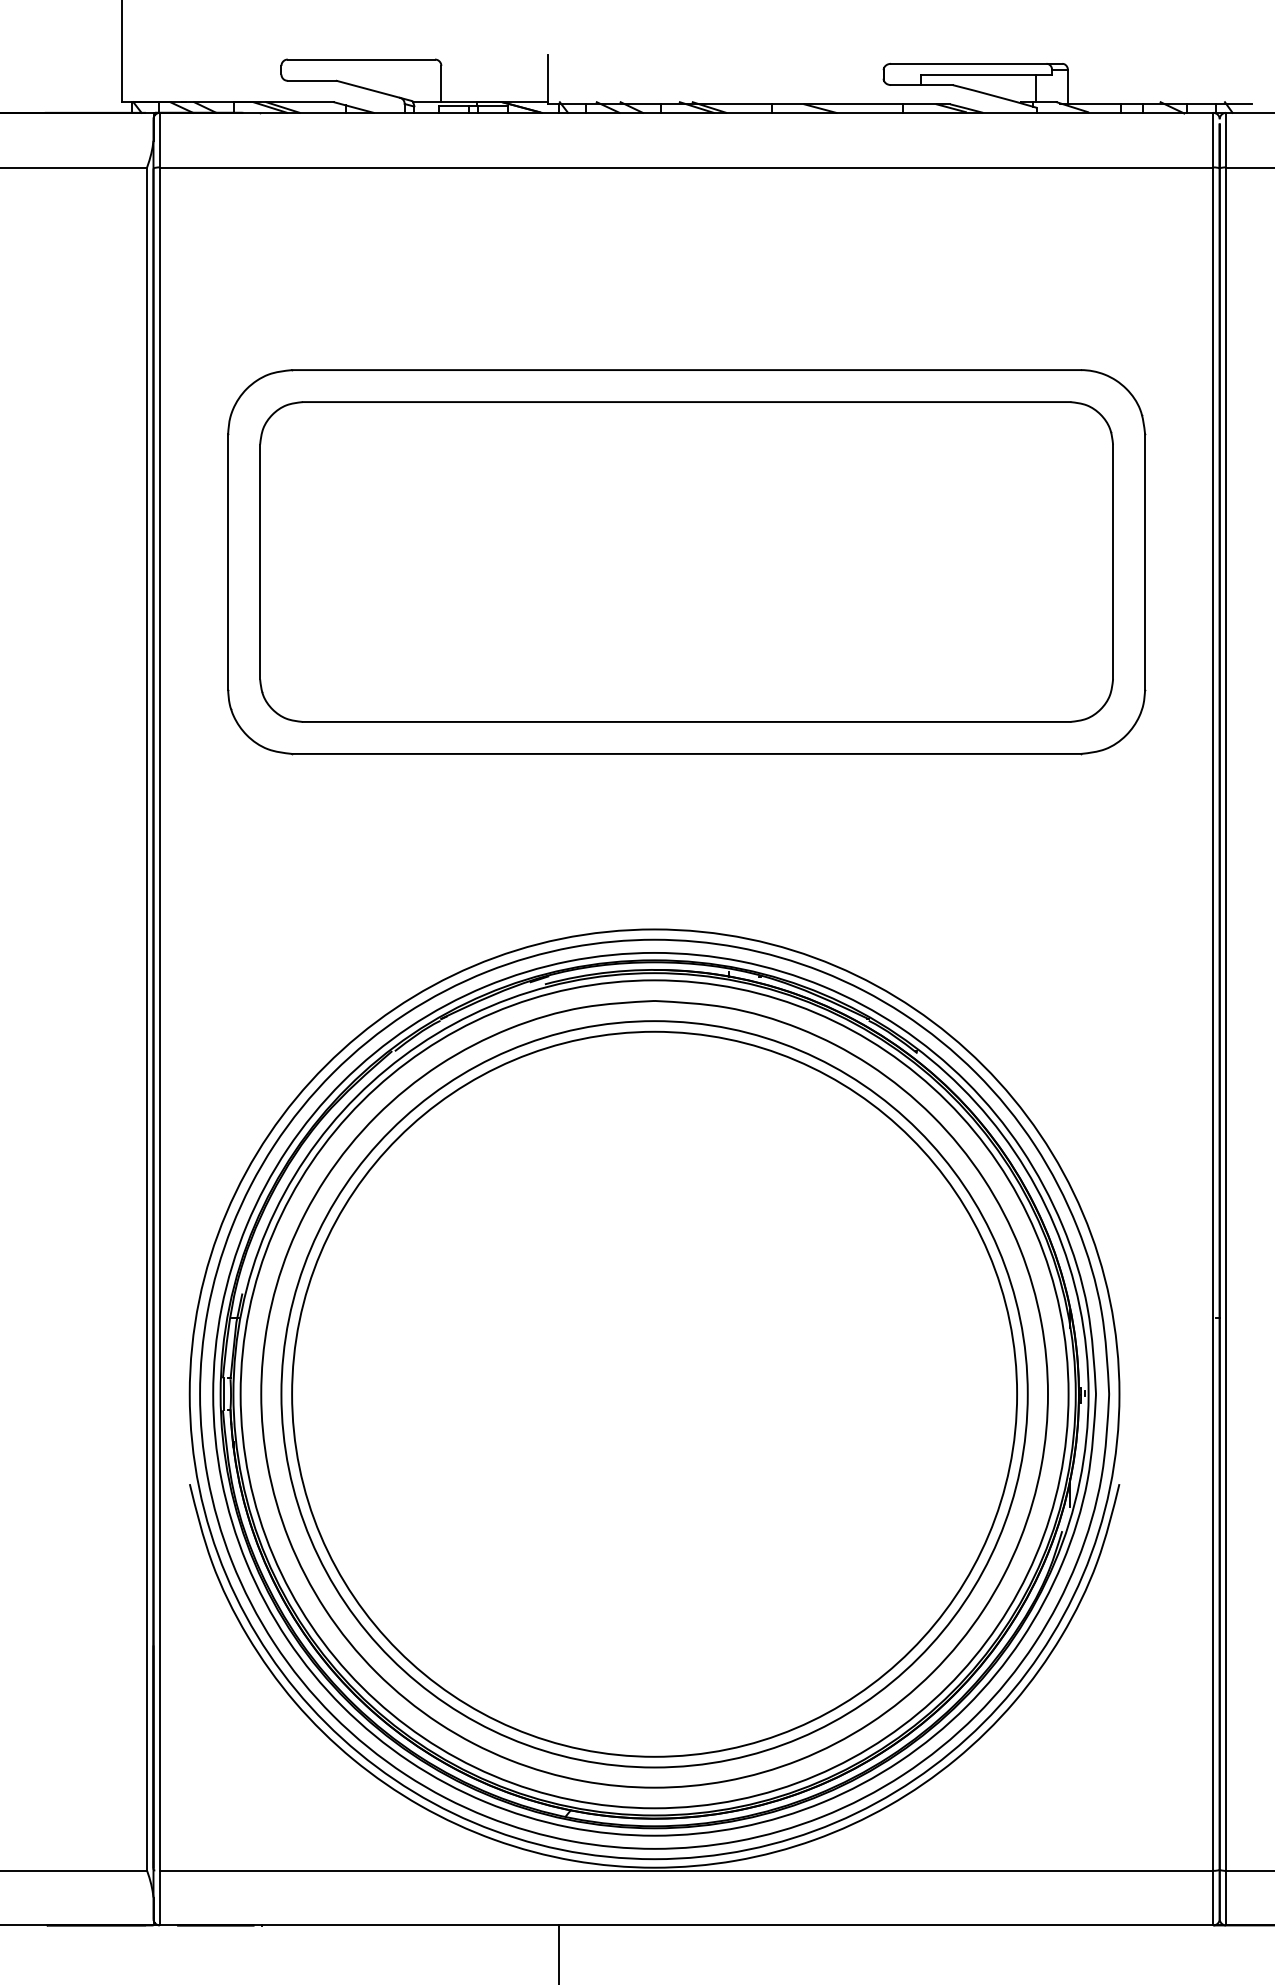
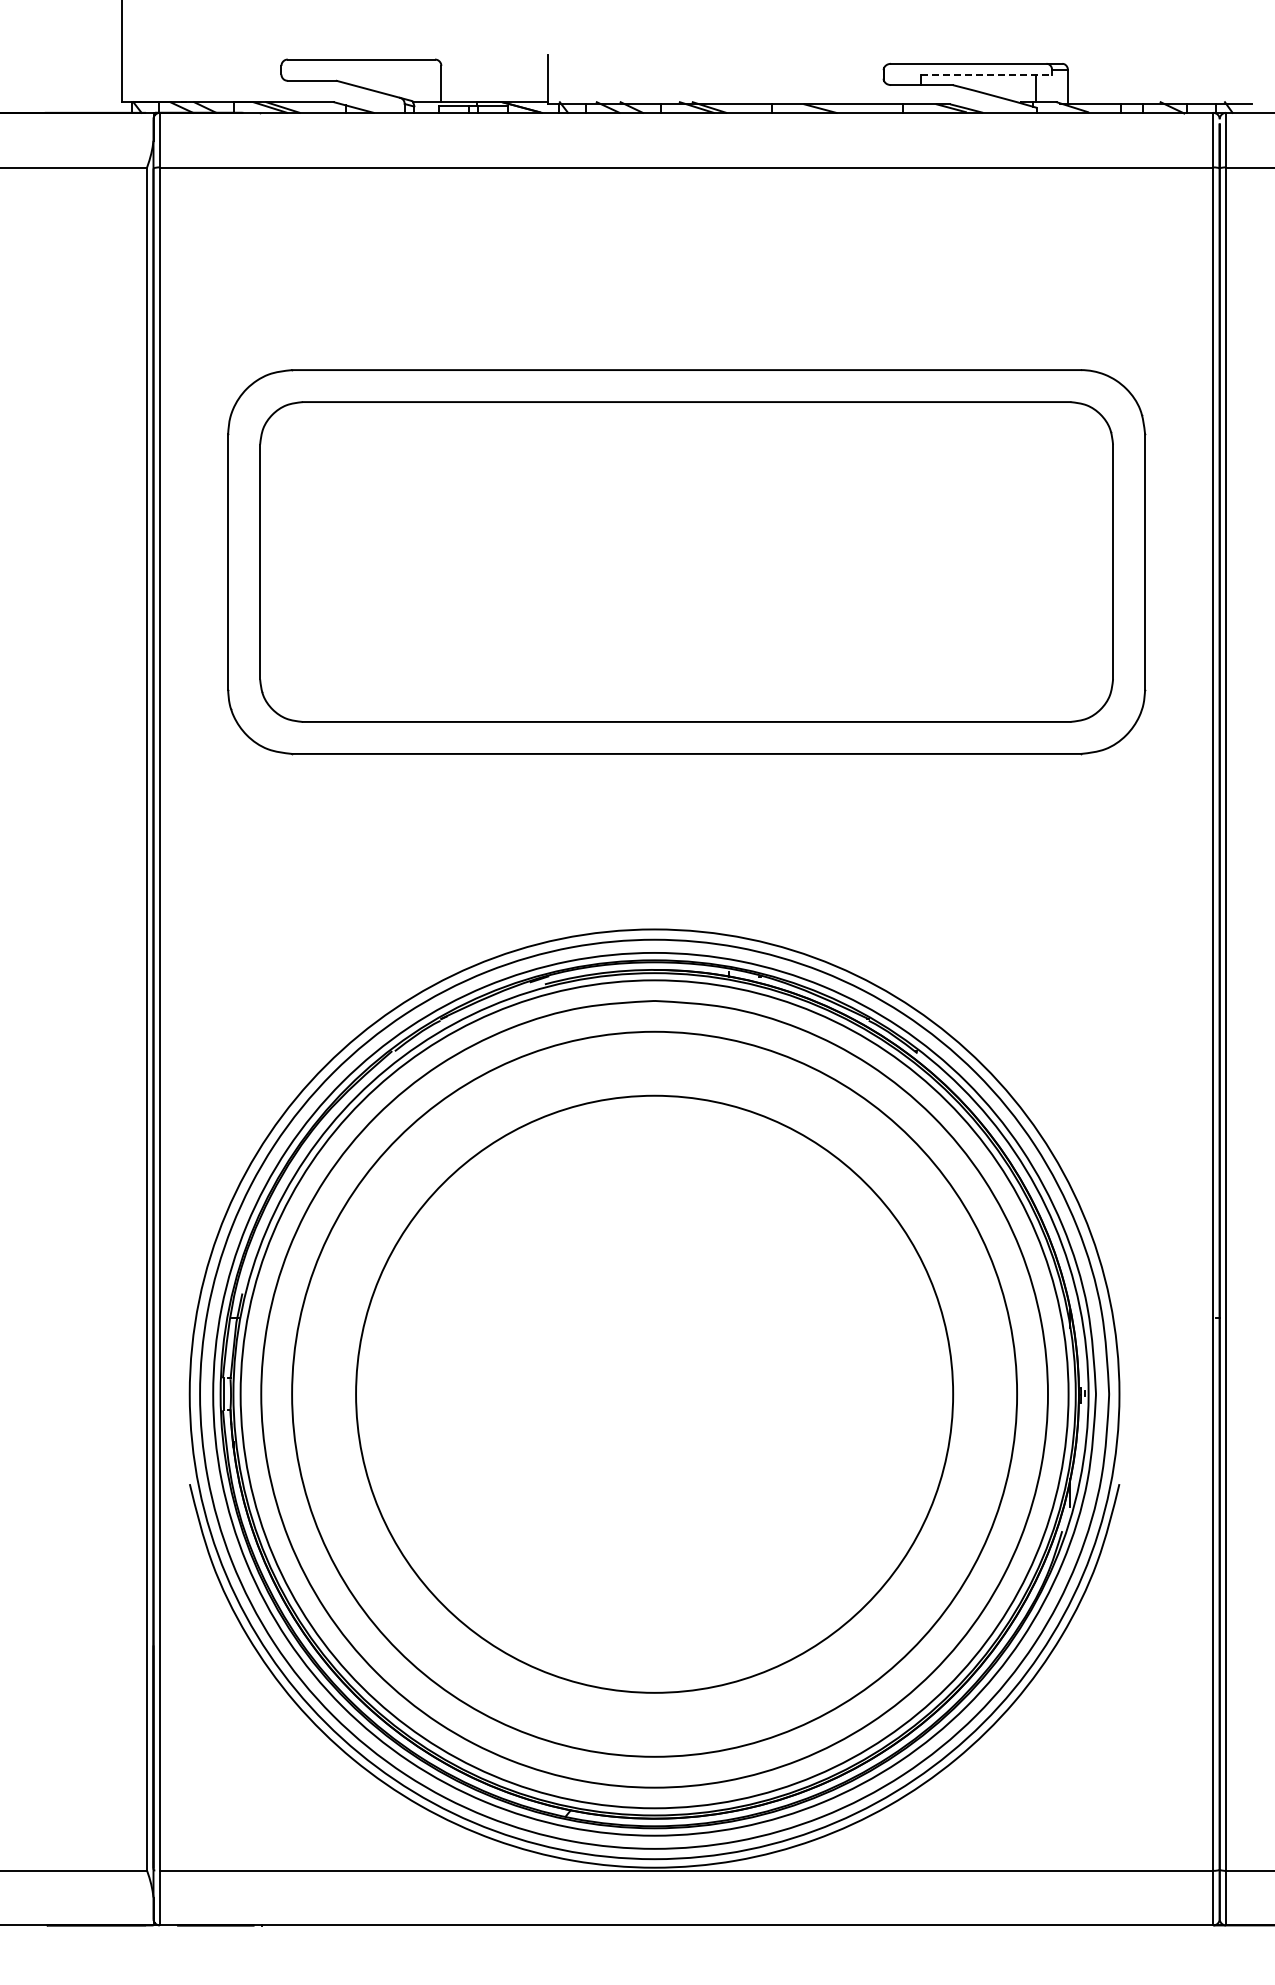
line at (986, 74): solid -> dashed
circle at (654, 1394) diameter: 746 px -> 597 px
line at (558, 1953): present -> none
